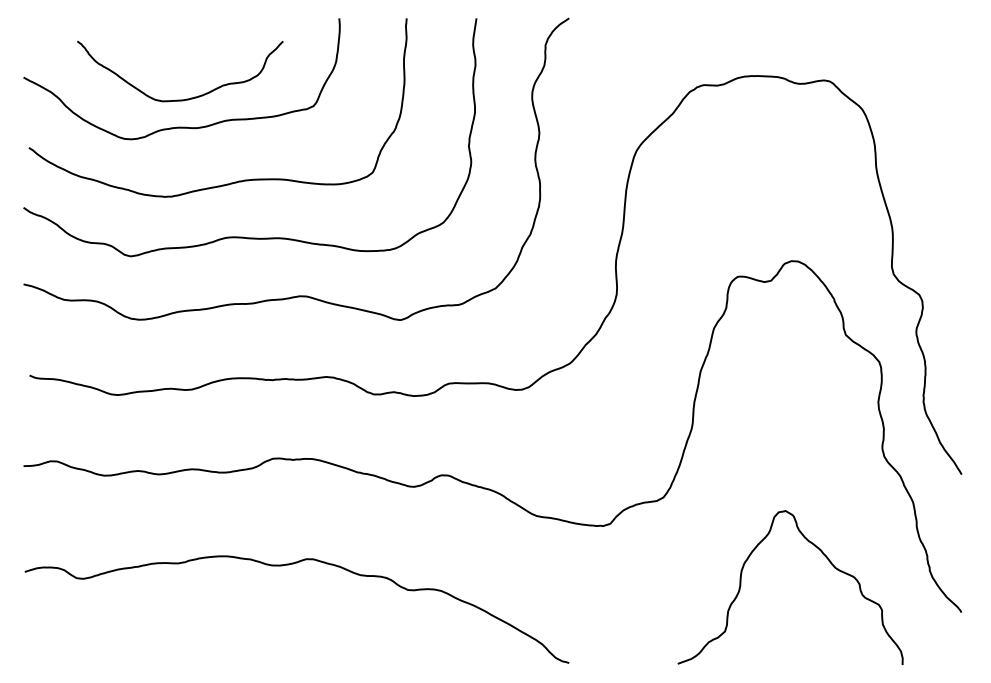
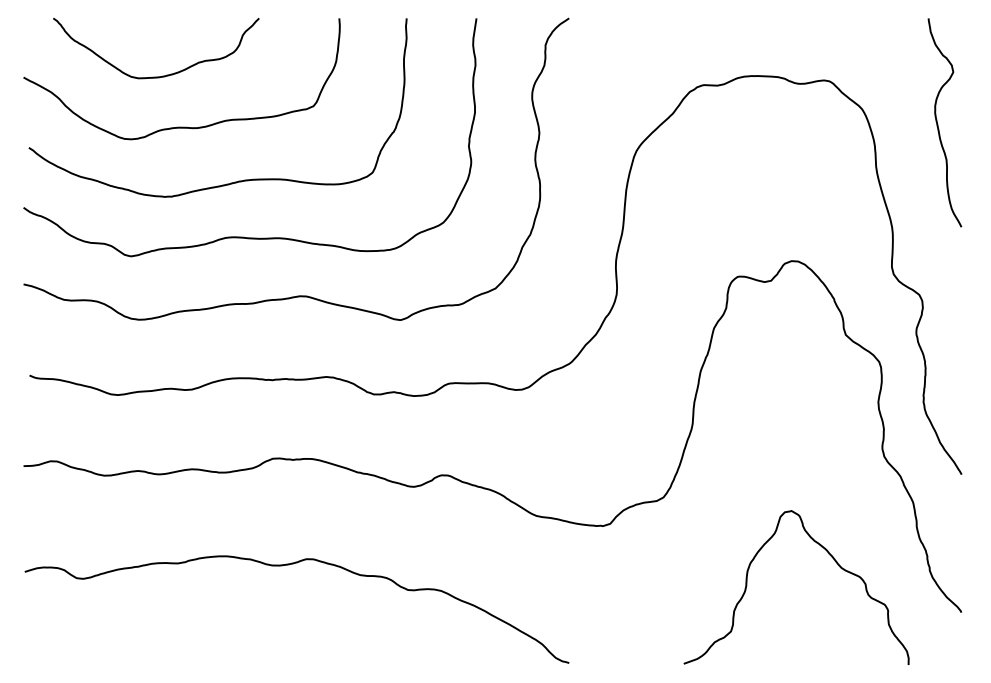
curve at (186, 98) position: (186, 98) -> (162, 75)
curve at (938, 124): none -> present
curve at (822, 554) position: (822, 554) -> (828, 554)
